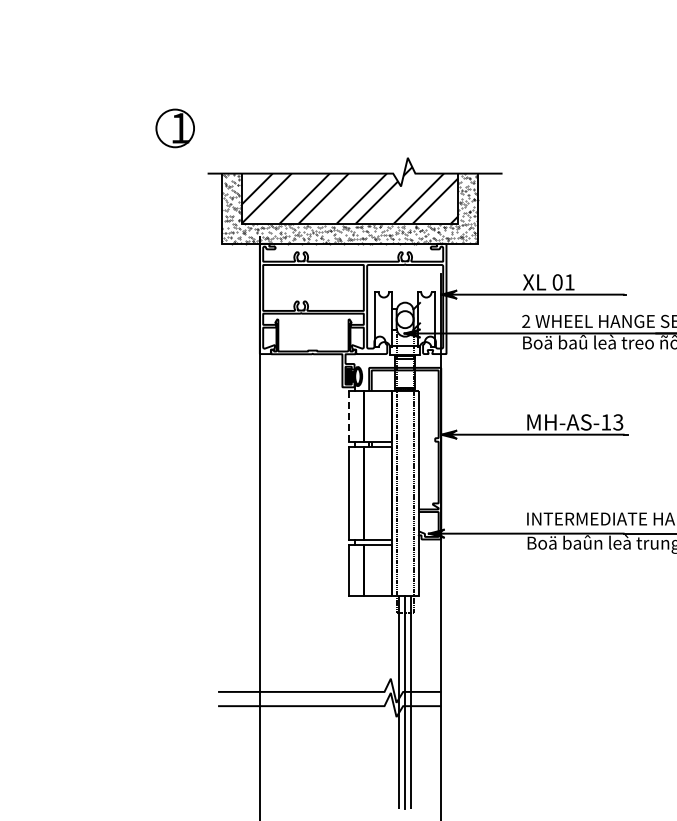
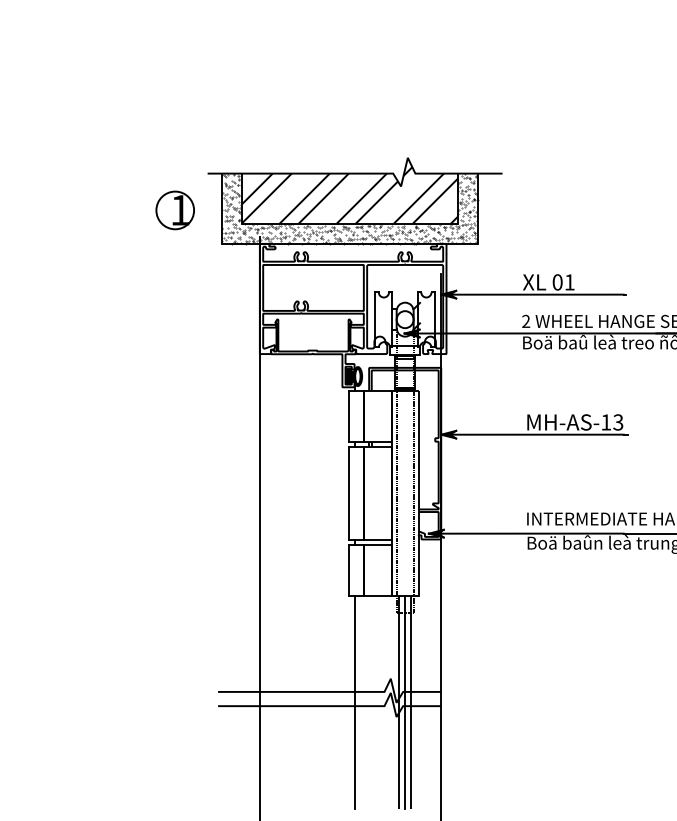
part at (174, 128) position: (174, 128) -> (174, 210)
line at (348, 415): dashed -> solid
line at (354, 702): none -> present
